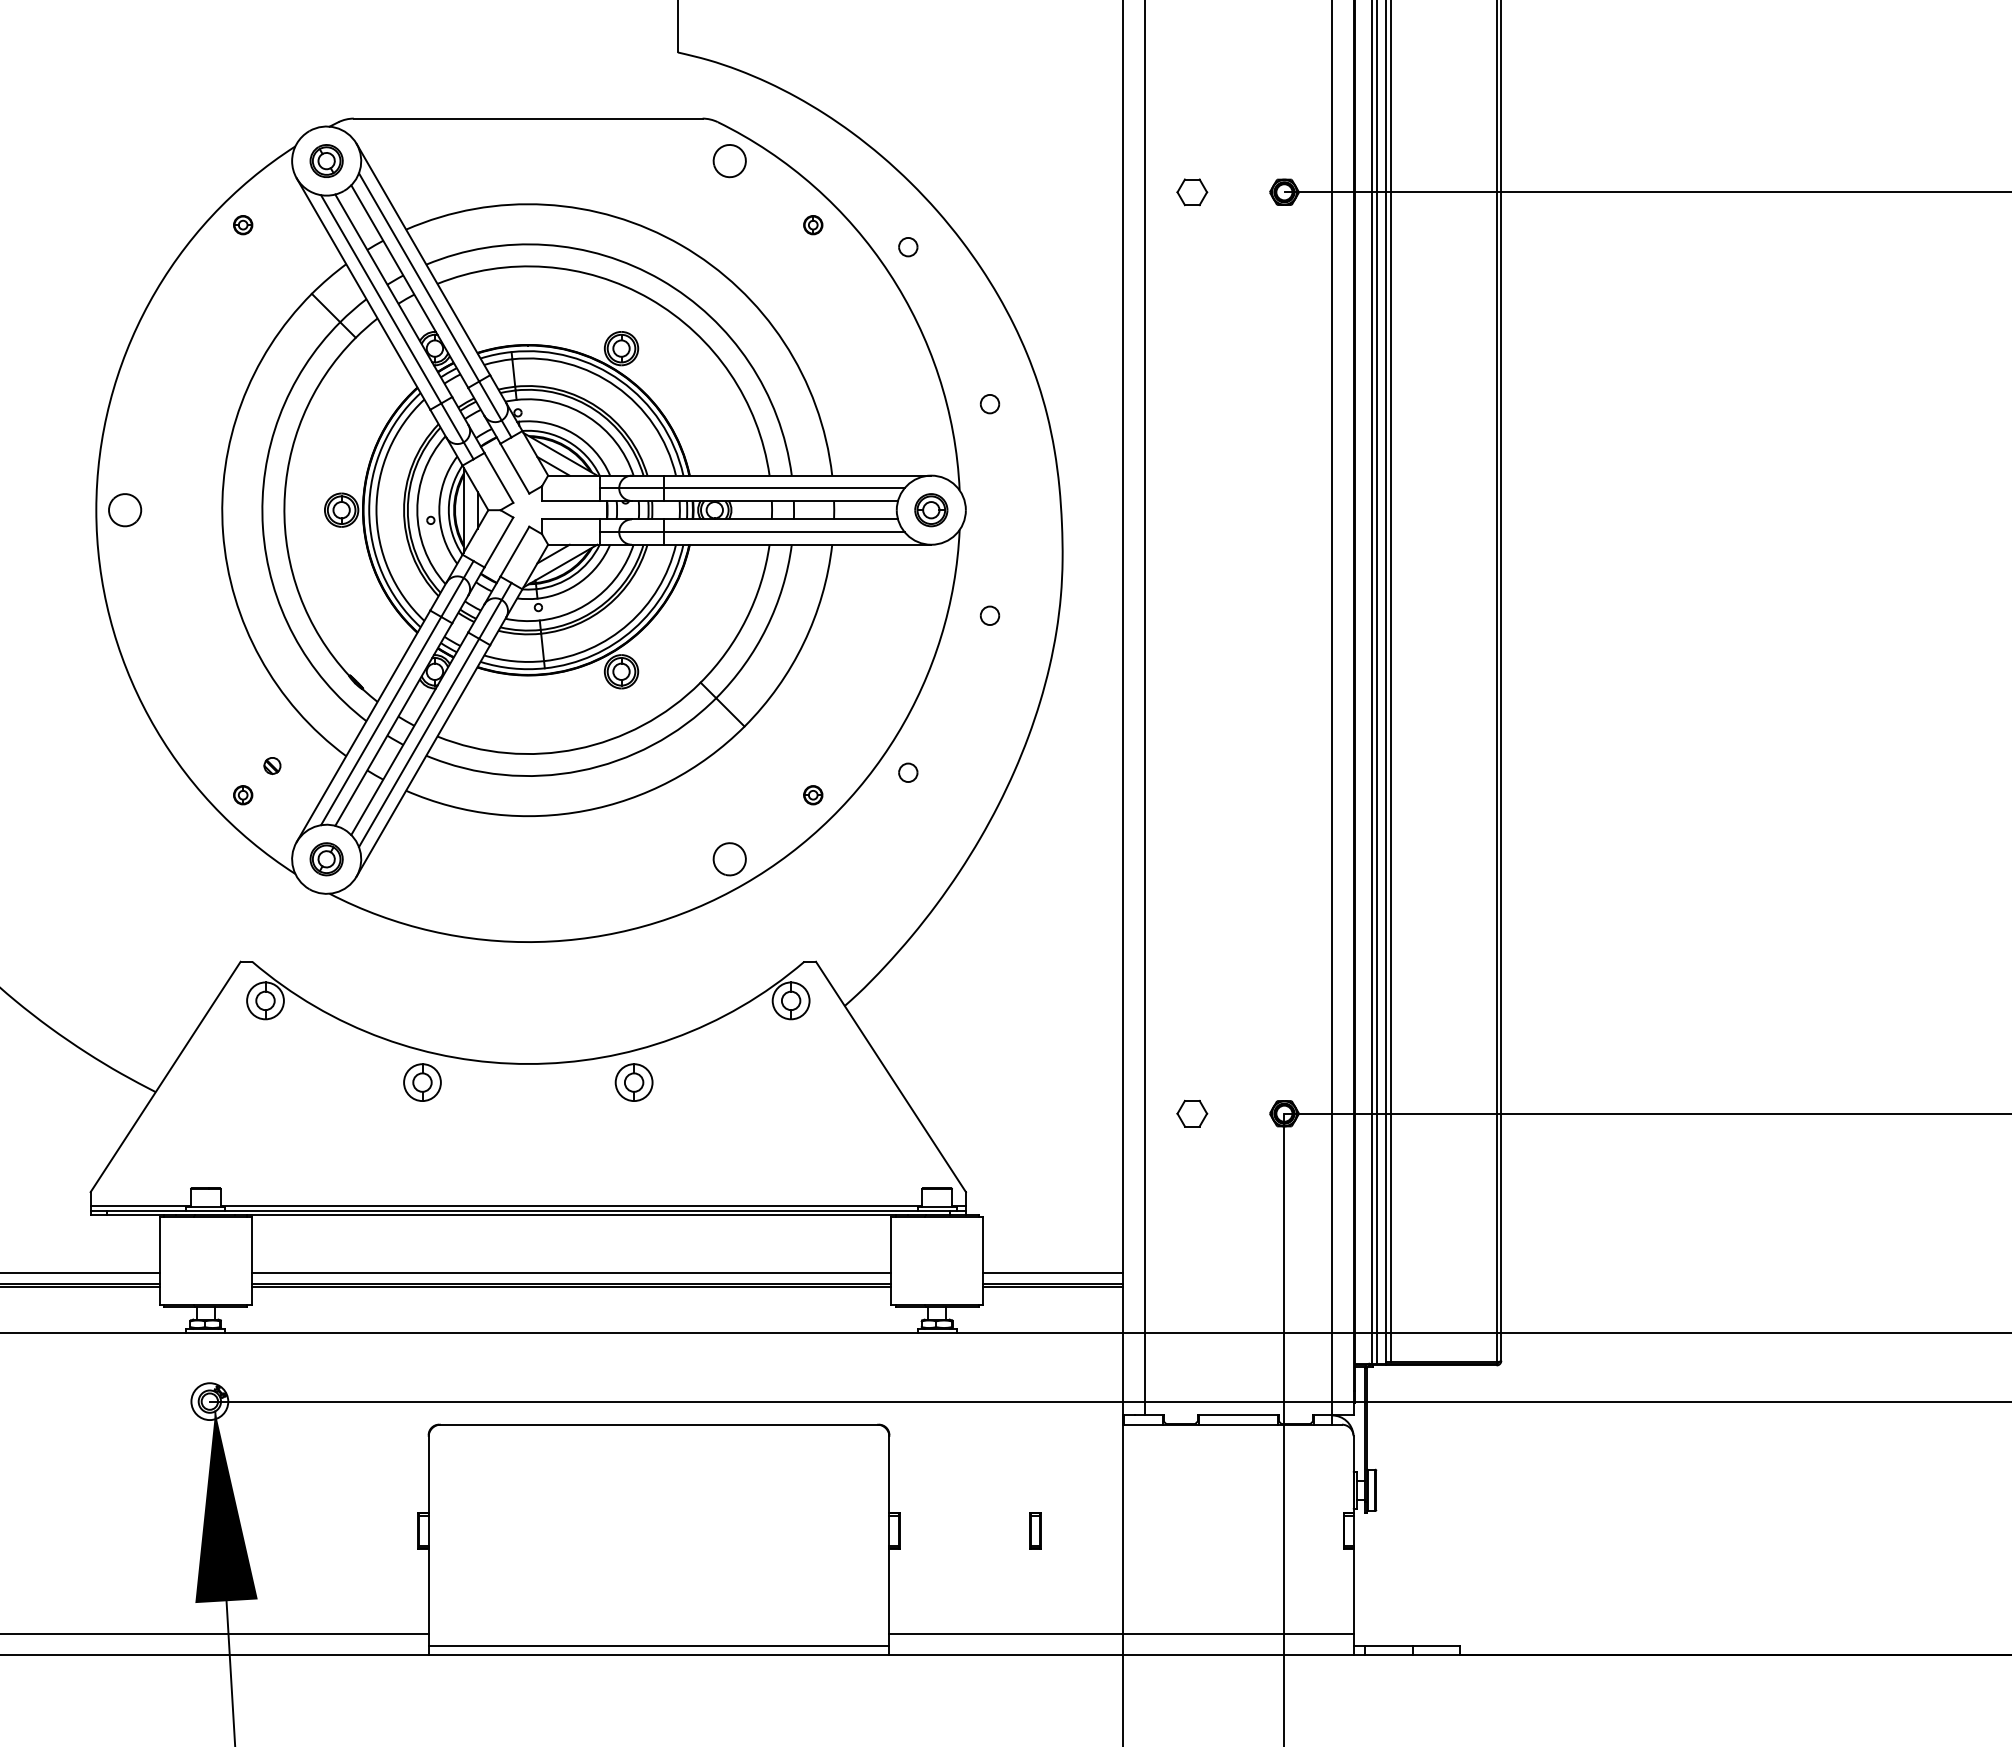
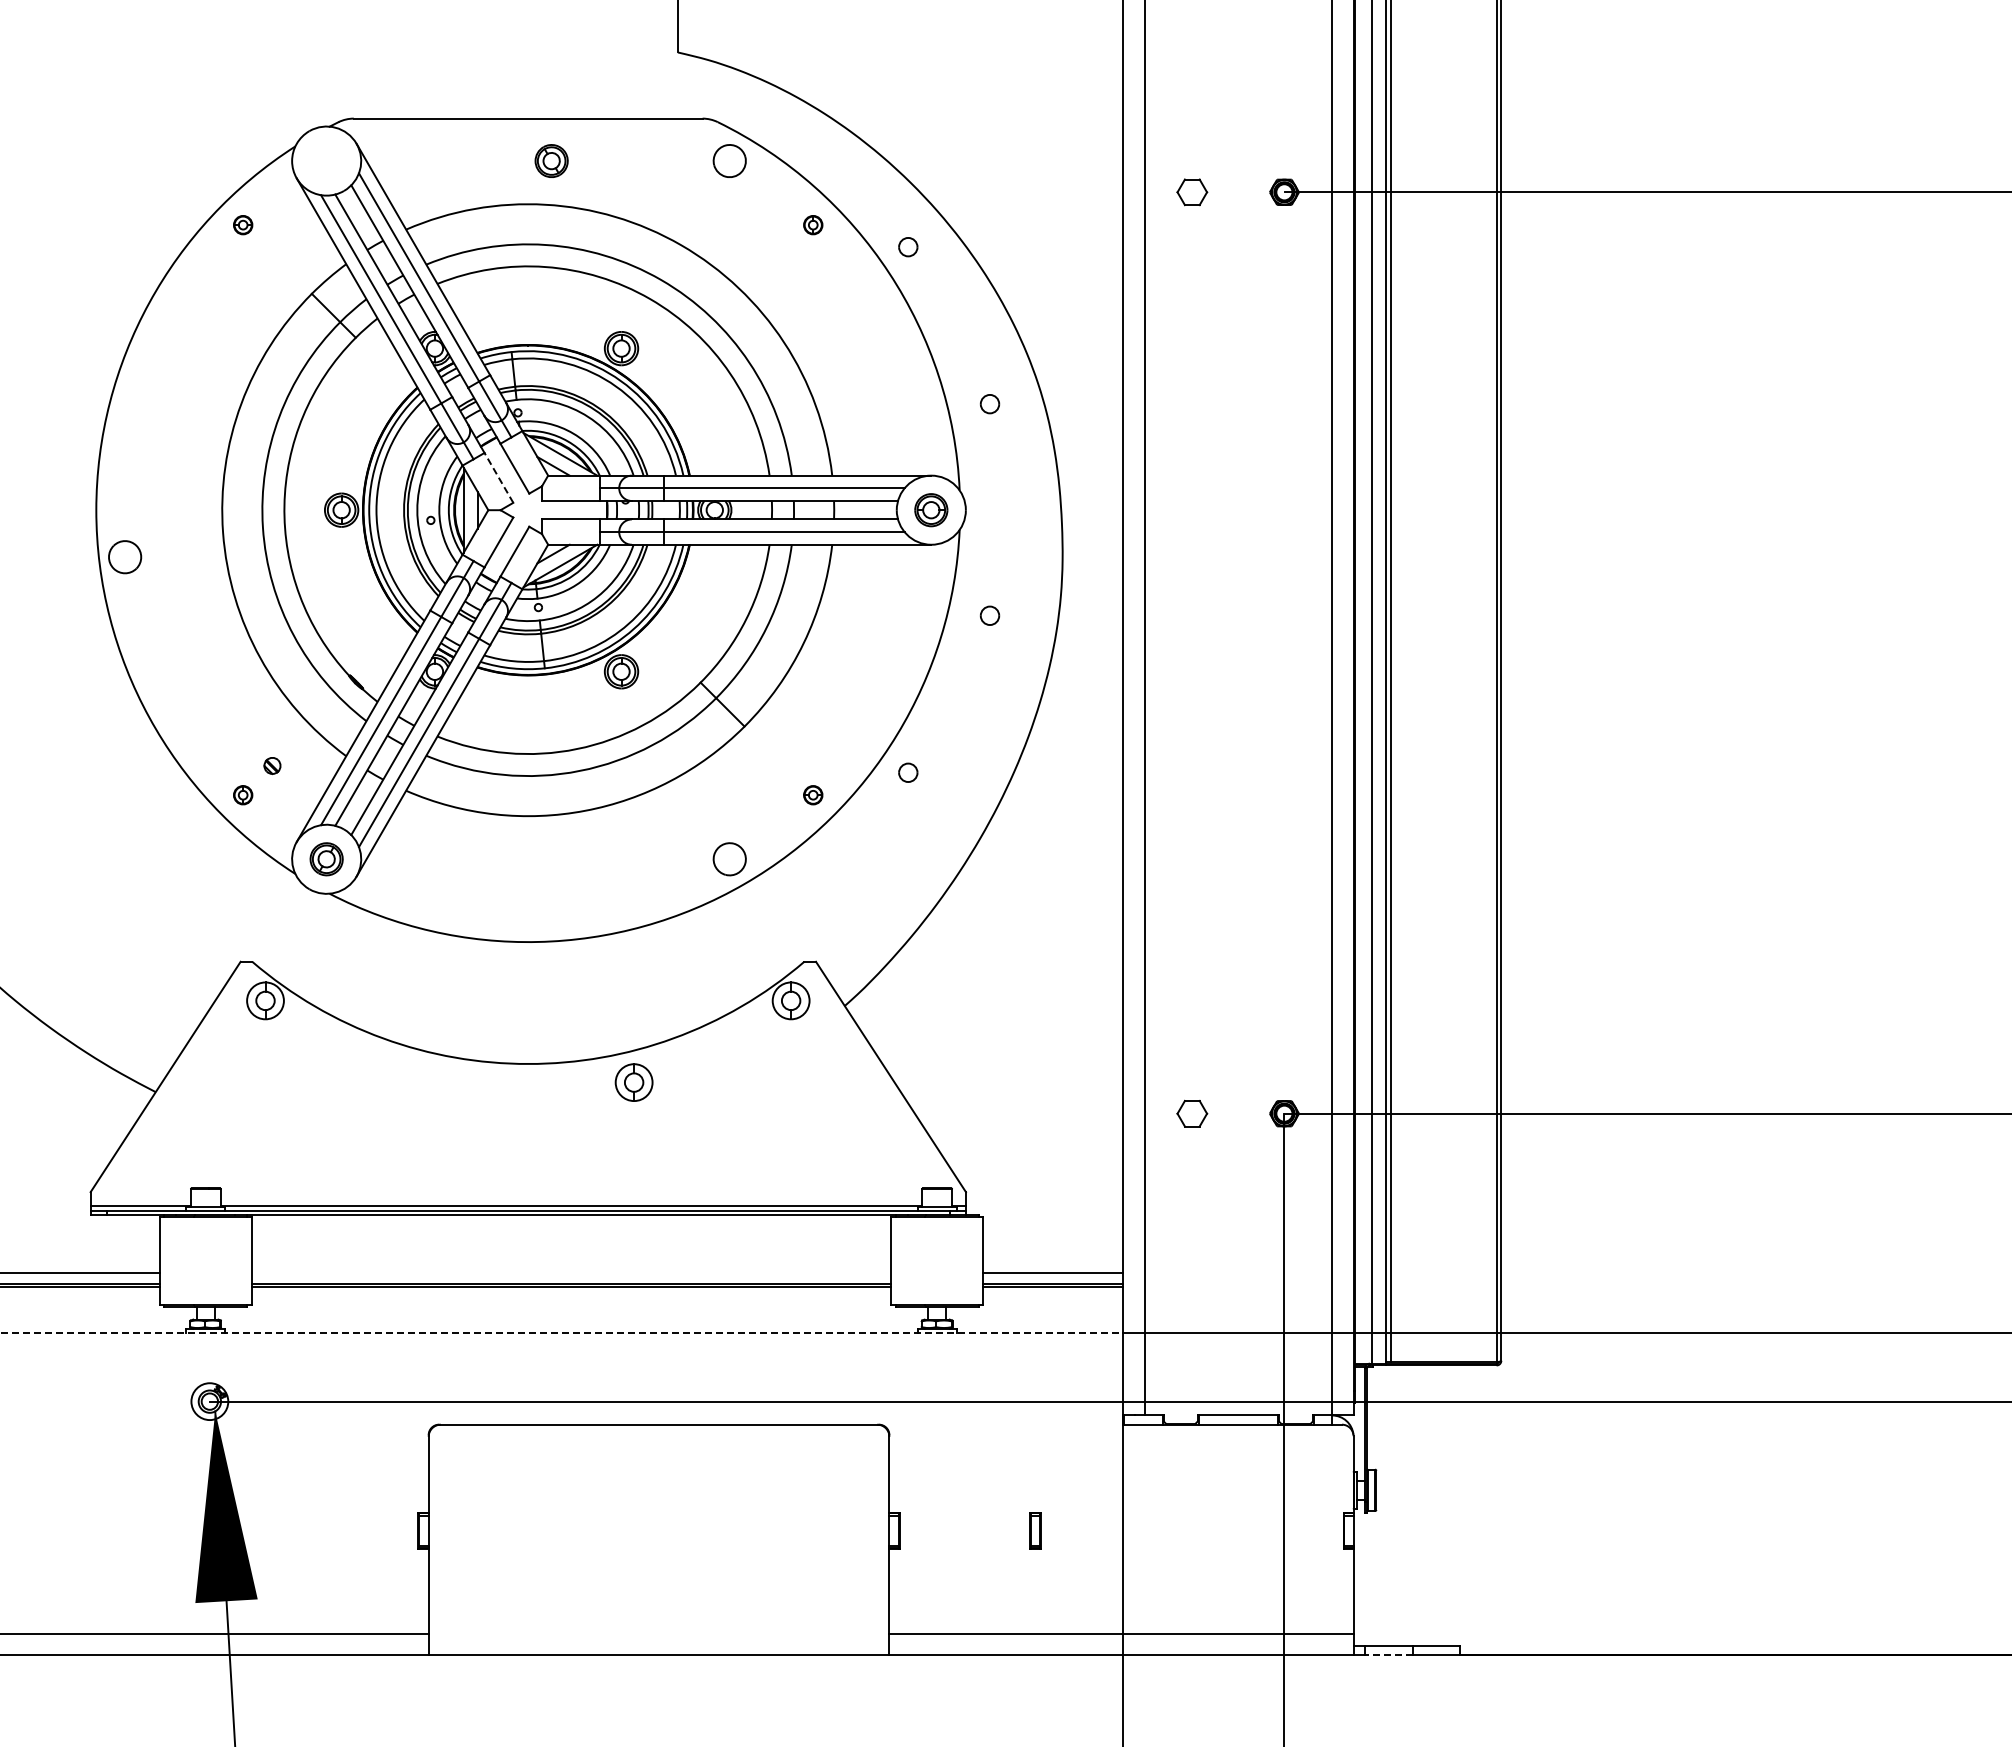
part at (326, 160) position: (326, 160) -> (551, 160)
line at (498, 477): solid -> dashed
part at (125, 510) position: (125, 510) -> (125, 557)
line at (1376, 682): present -> none
part at (422, 1082): present -> none
line at (571, 1273): present -> none
line at (562, 1332): solid -> dashed
line at (658, 1645): present -> none
line at (1388, 1655): solid -> dashed
